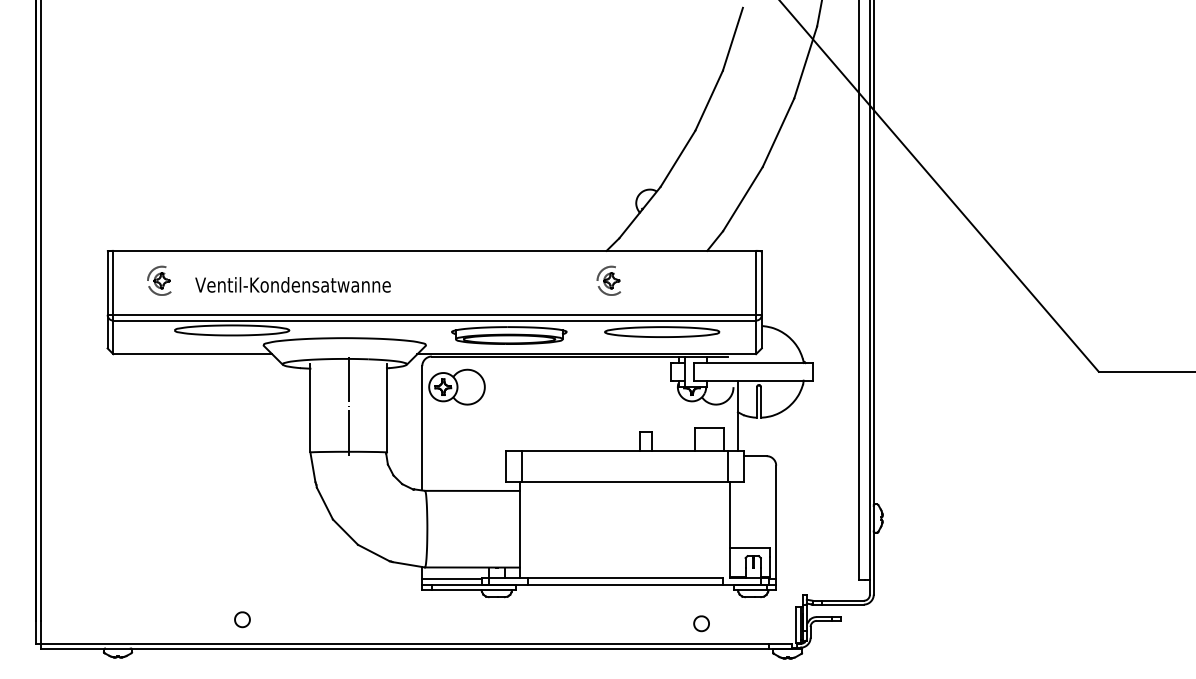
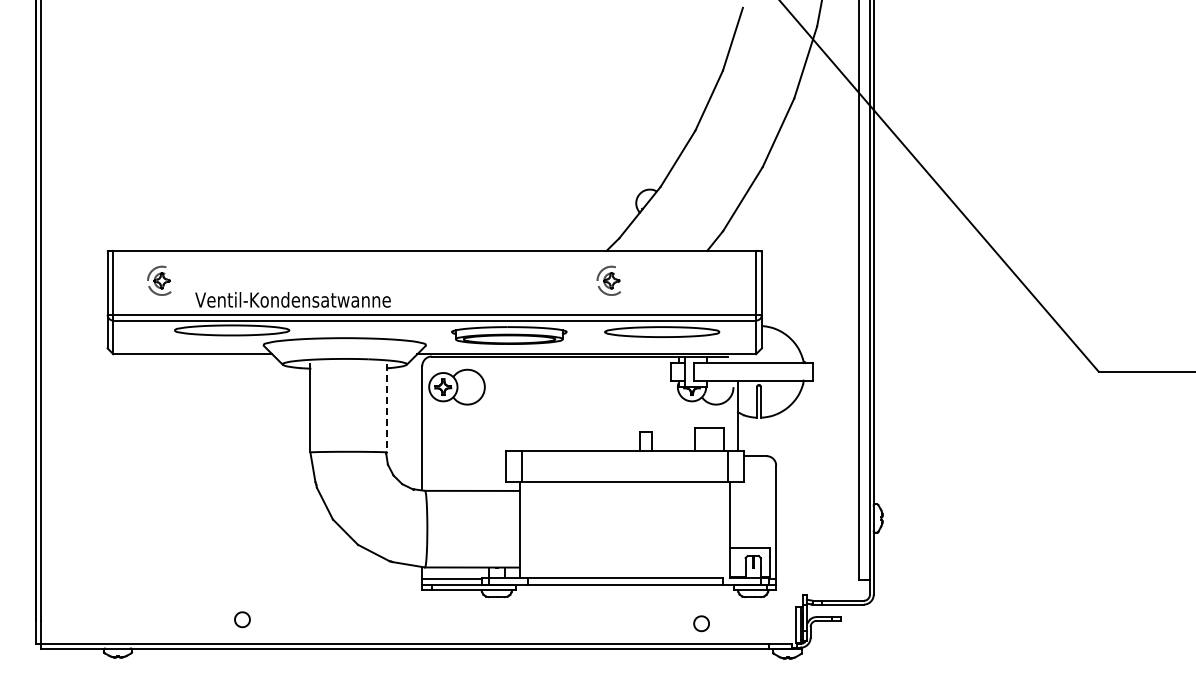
text at (292, 284) position: (292, 284) -> (292, 299)
line at (348, 408): present -> none
line at (386, 408): solid -> dashed
